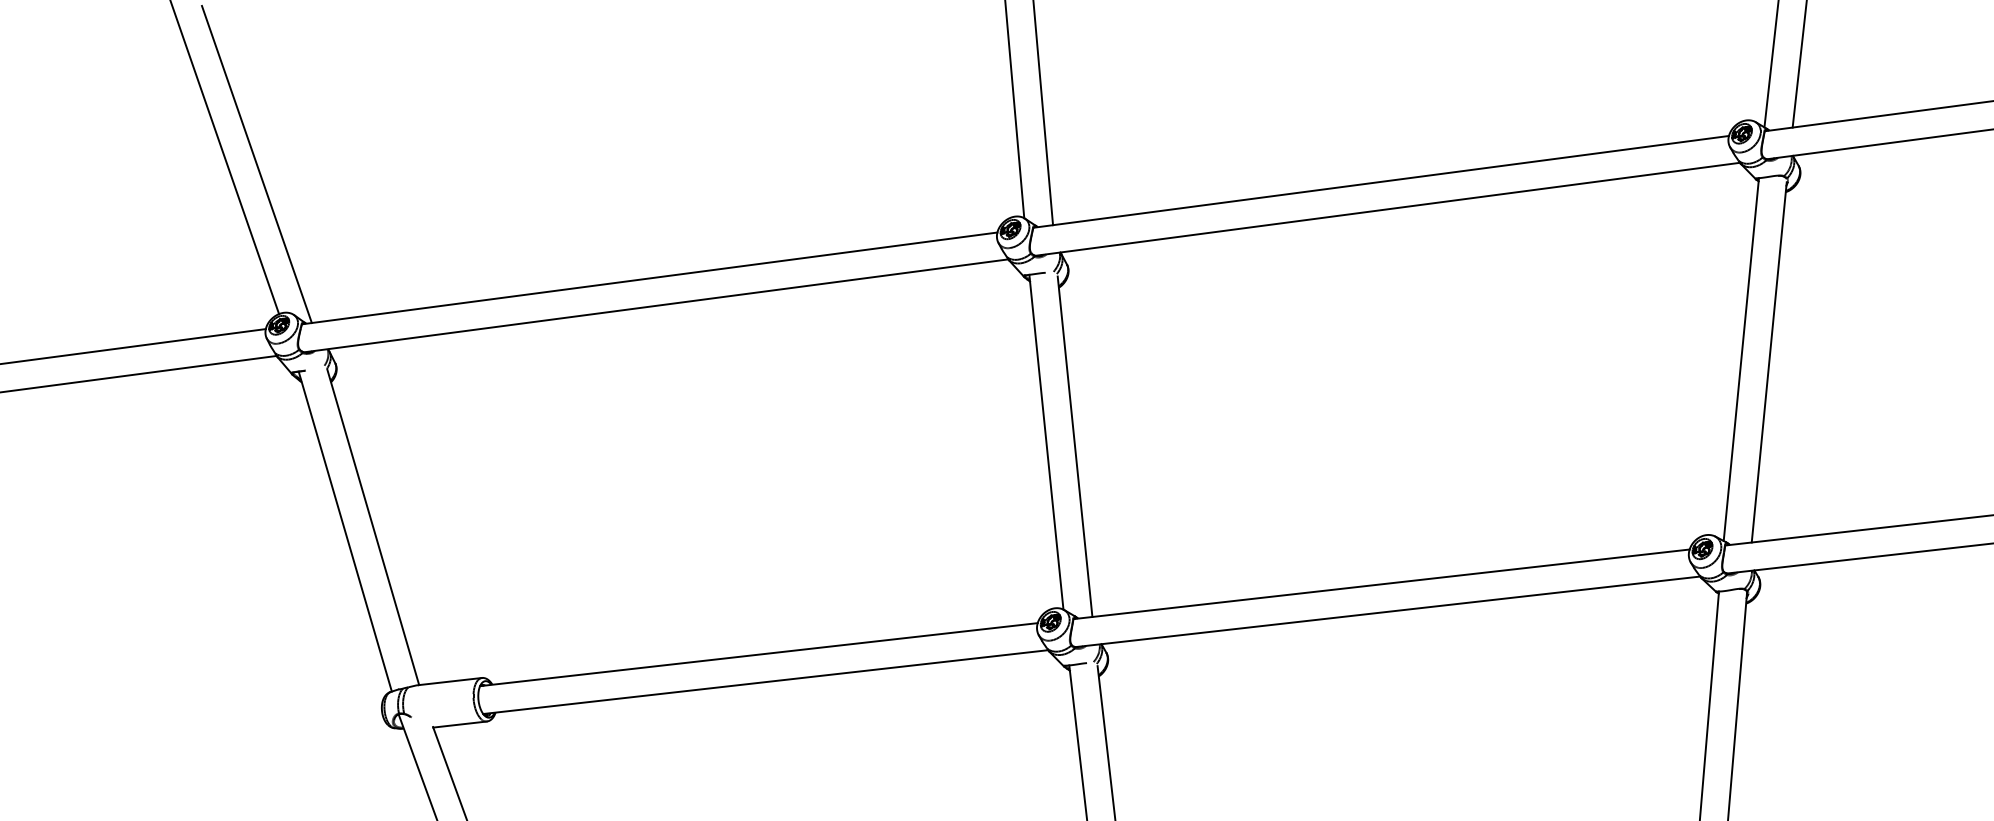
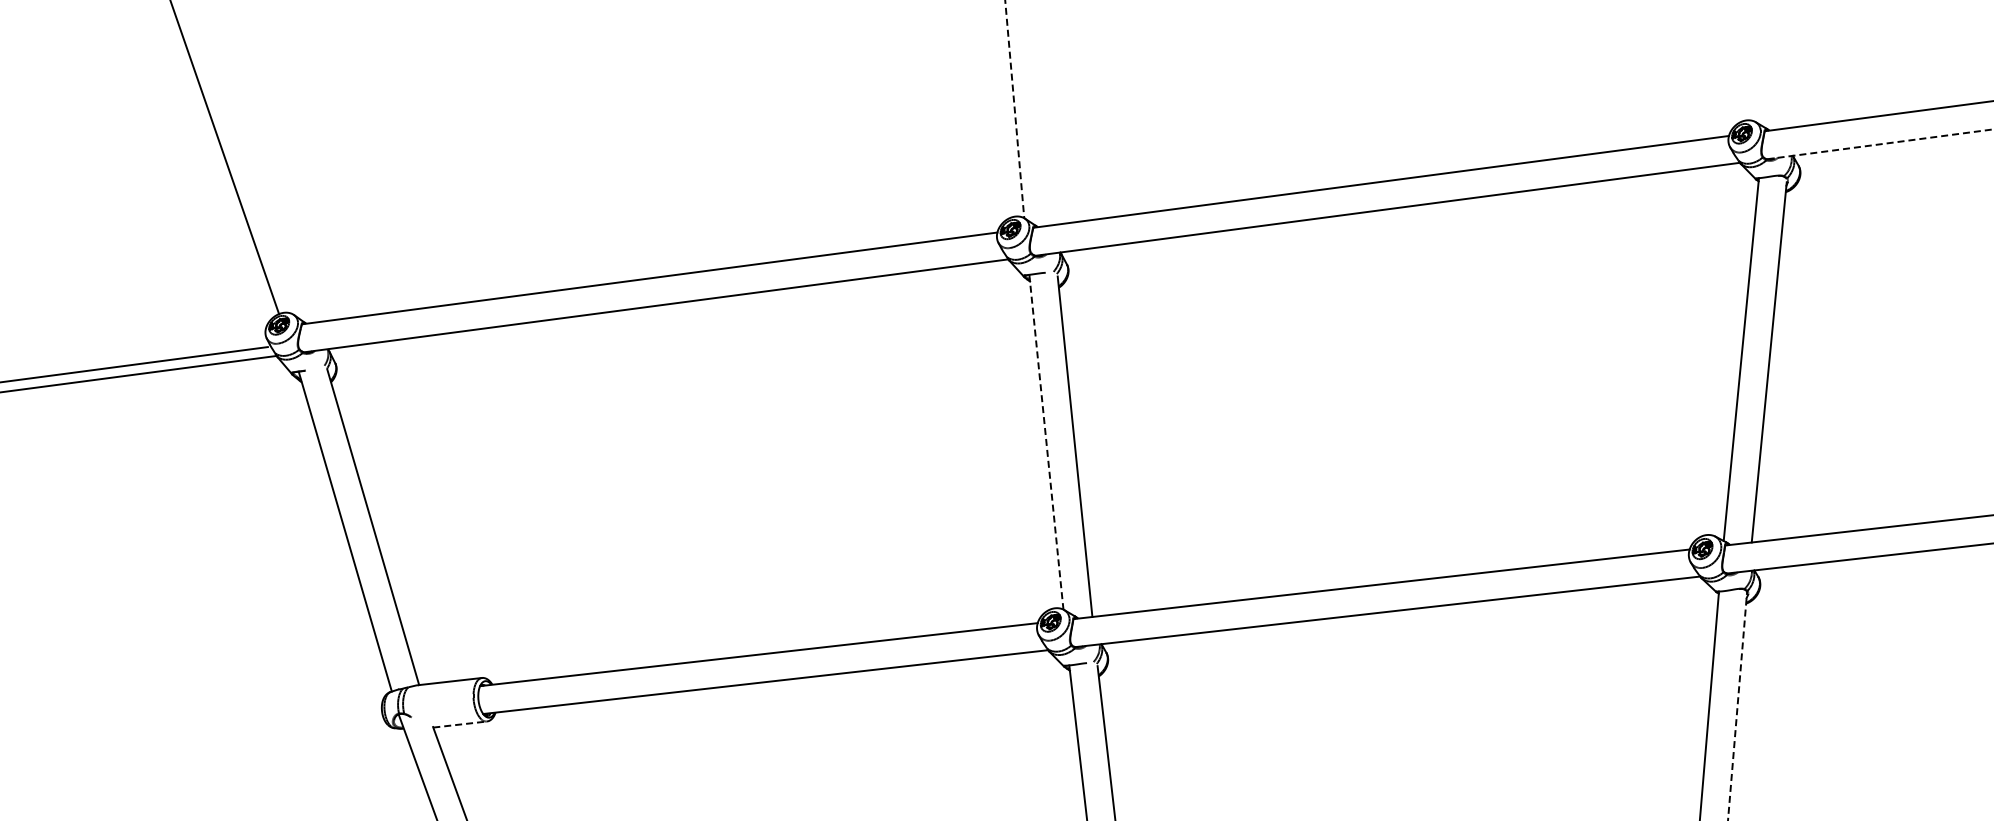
line at (1771, 64): present -> none
line at (1799, 64): present -> none
line at (1014, 109): solid -> dashed
line at (1043, 113): present -> none
line at (1880, 144): solid -> dashed
line at (256, 164): present -> none
line at (133, 346) position: (133, 346) -> (134, 364)
line at (1046, 442): solid -> dashed
line at (1737, 707): solid -> dashed
line at (460, 724): solid -> dashed
